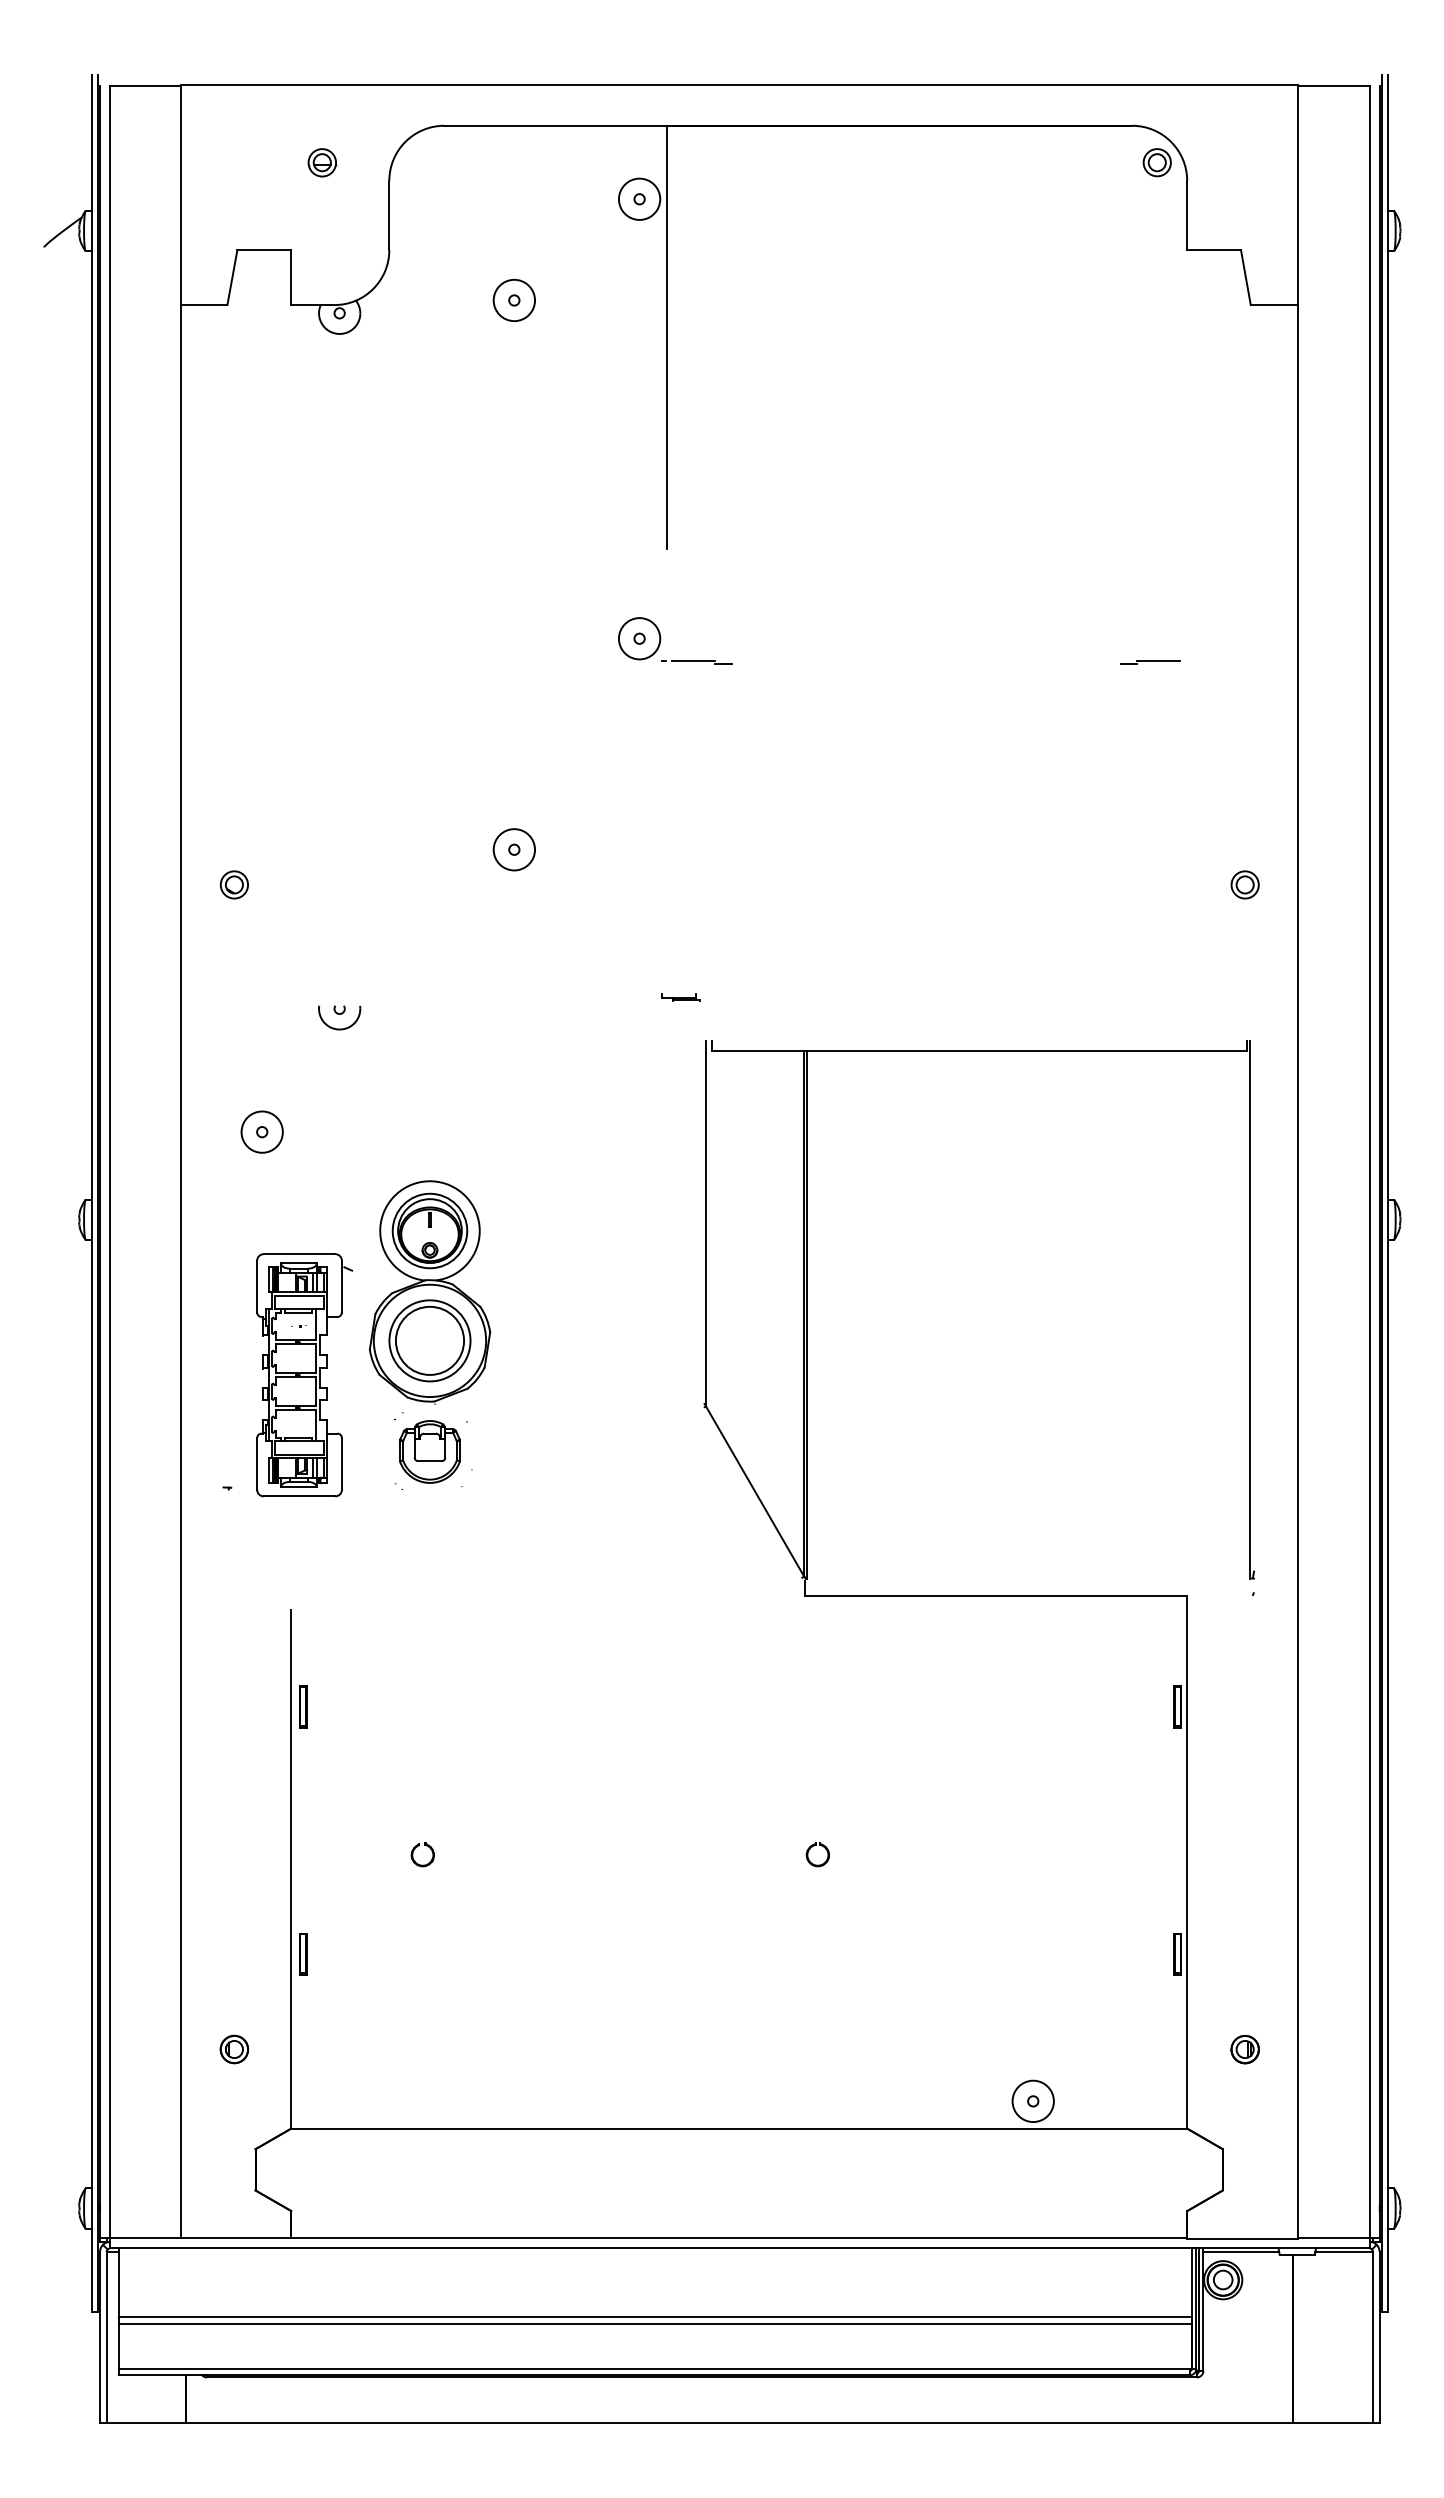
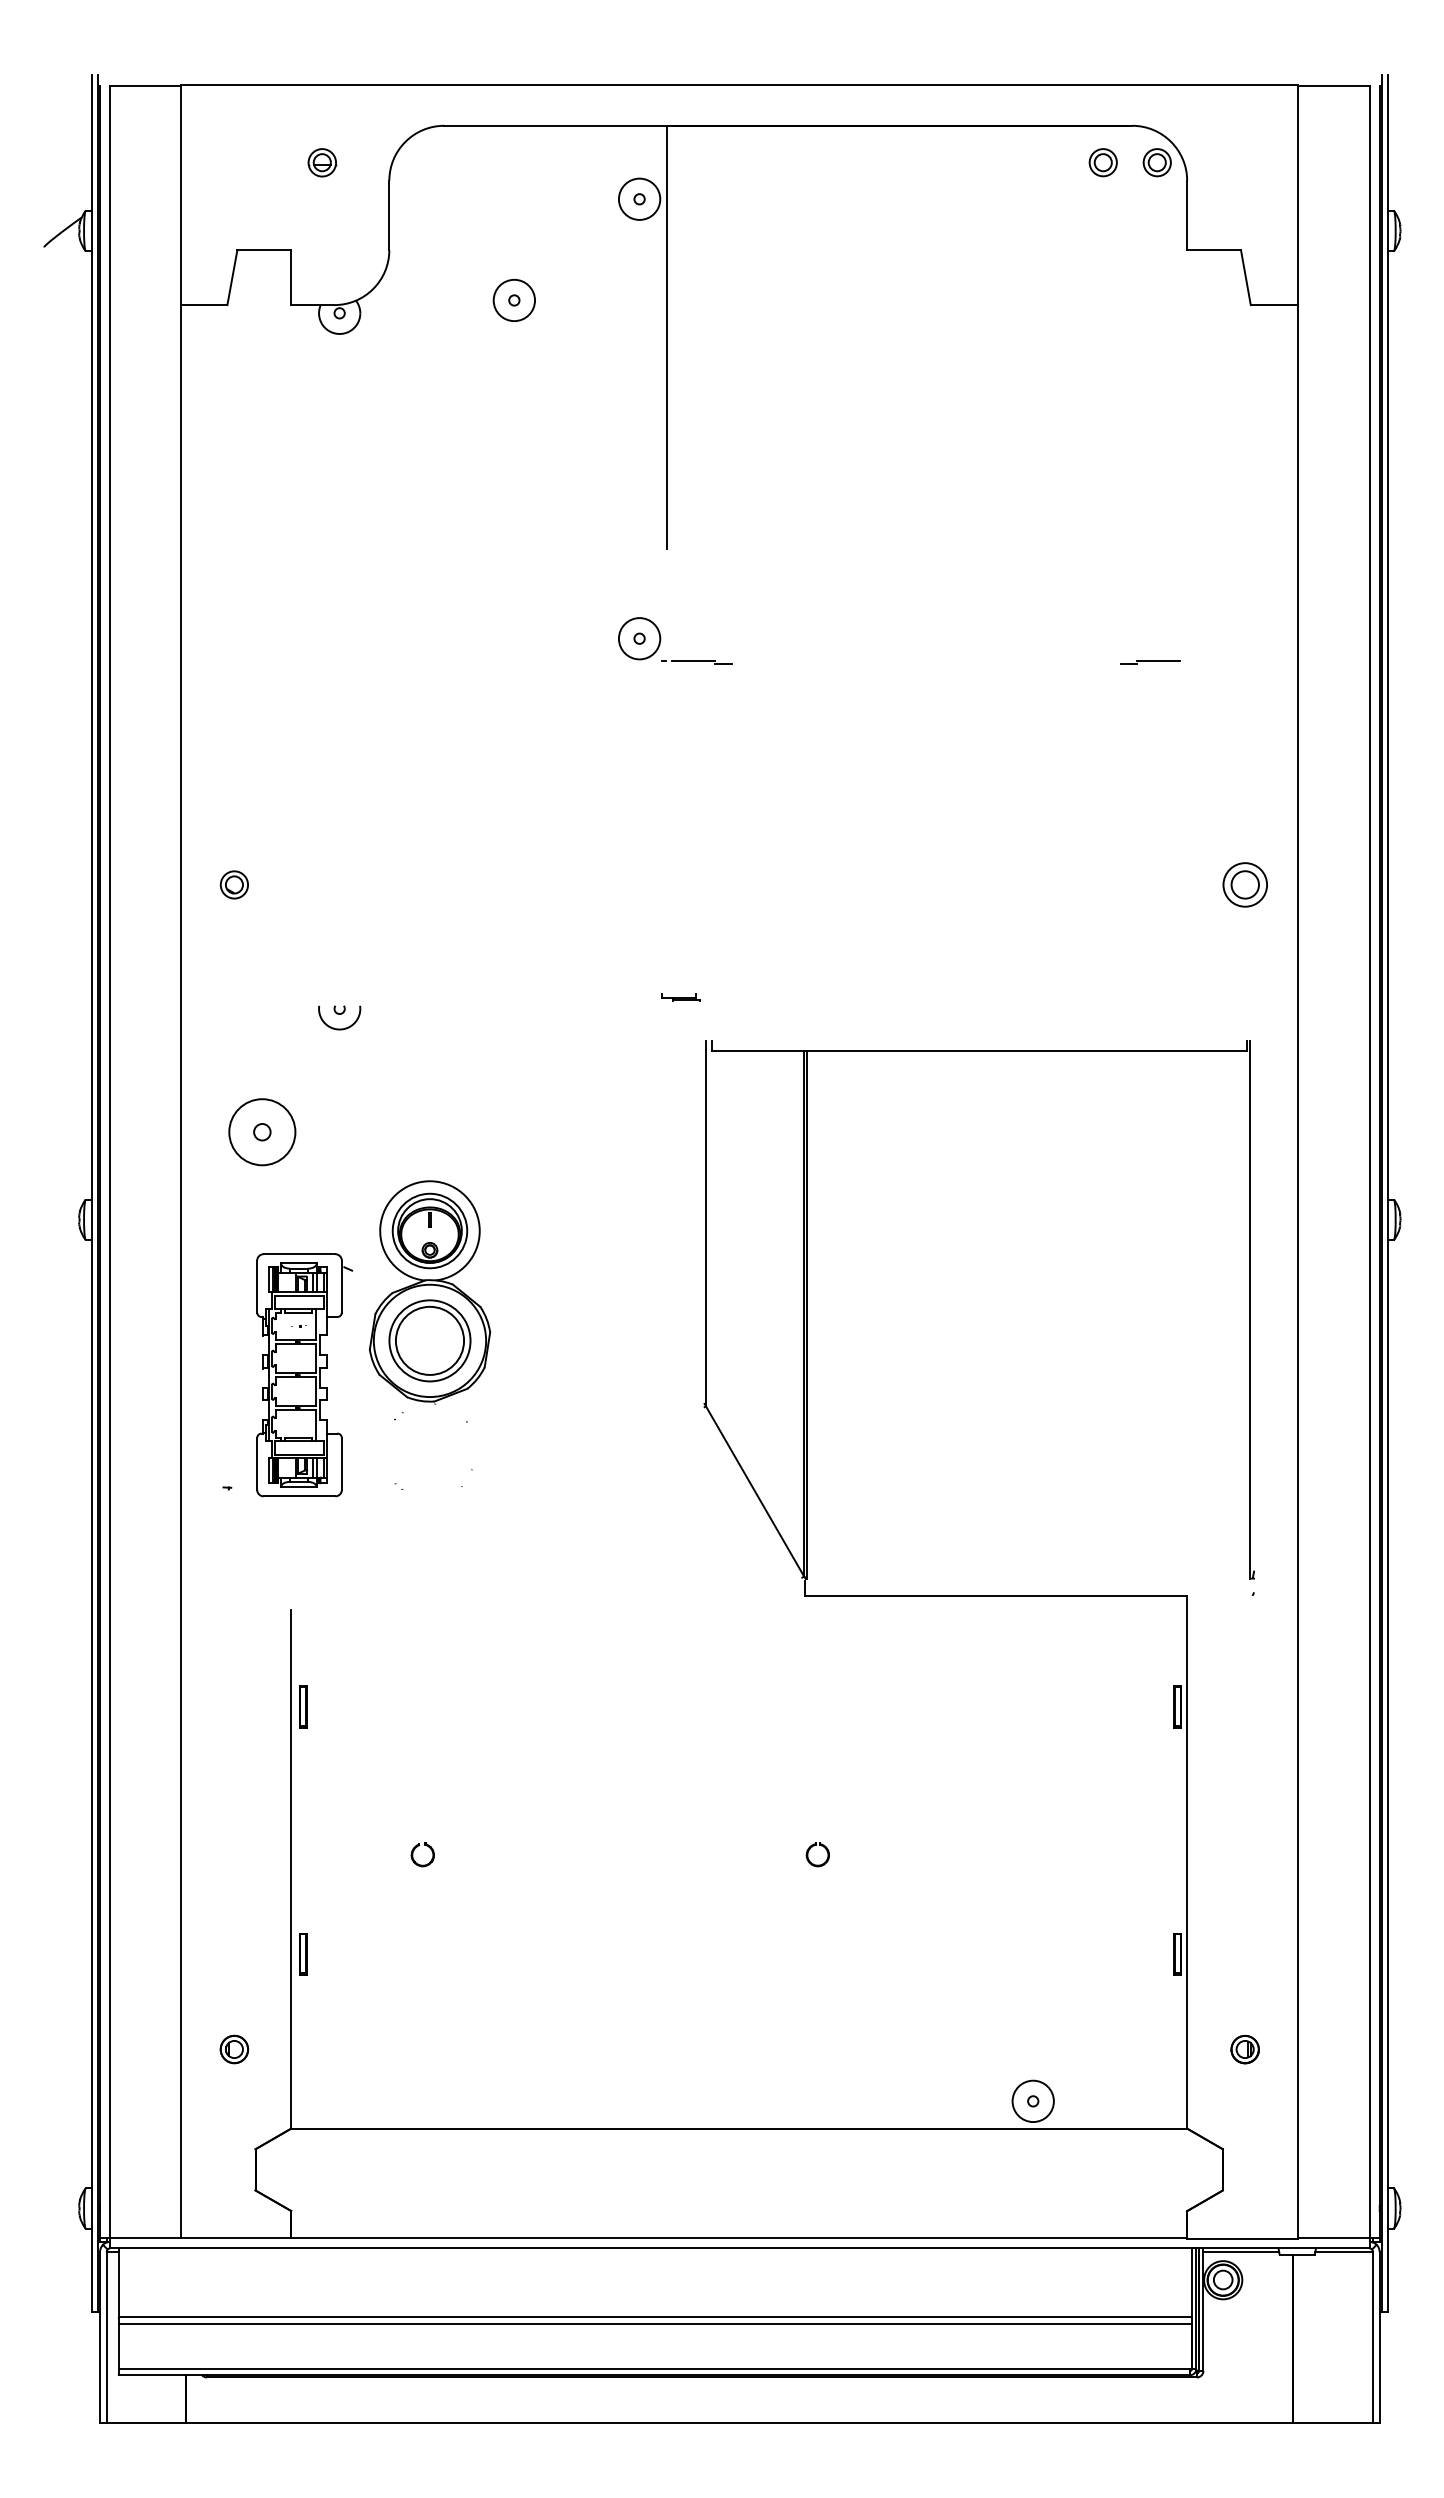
part at (1102, 162): none -> present
part at (513, 849): present -> none
part at (1244, 884) size: 30x30 px -> 46x46 px
part at (261, 1131) size: 44x44 px -> 69x69 px
part at (429, 1451): present -> none
